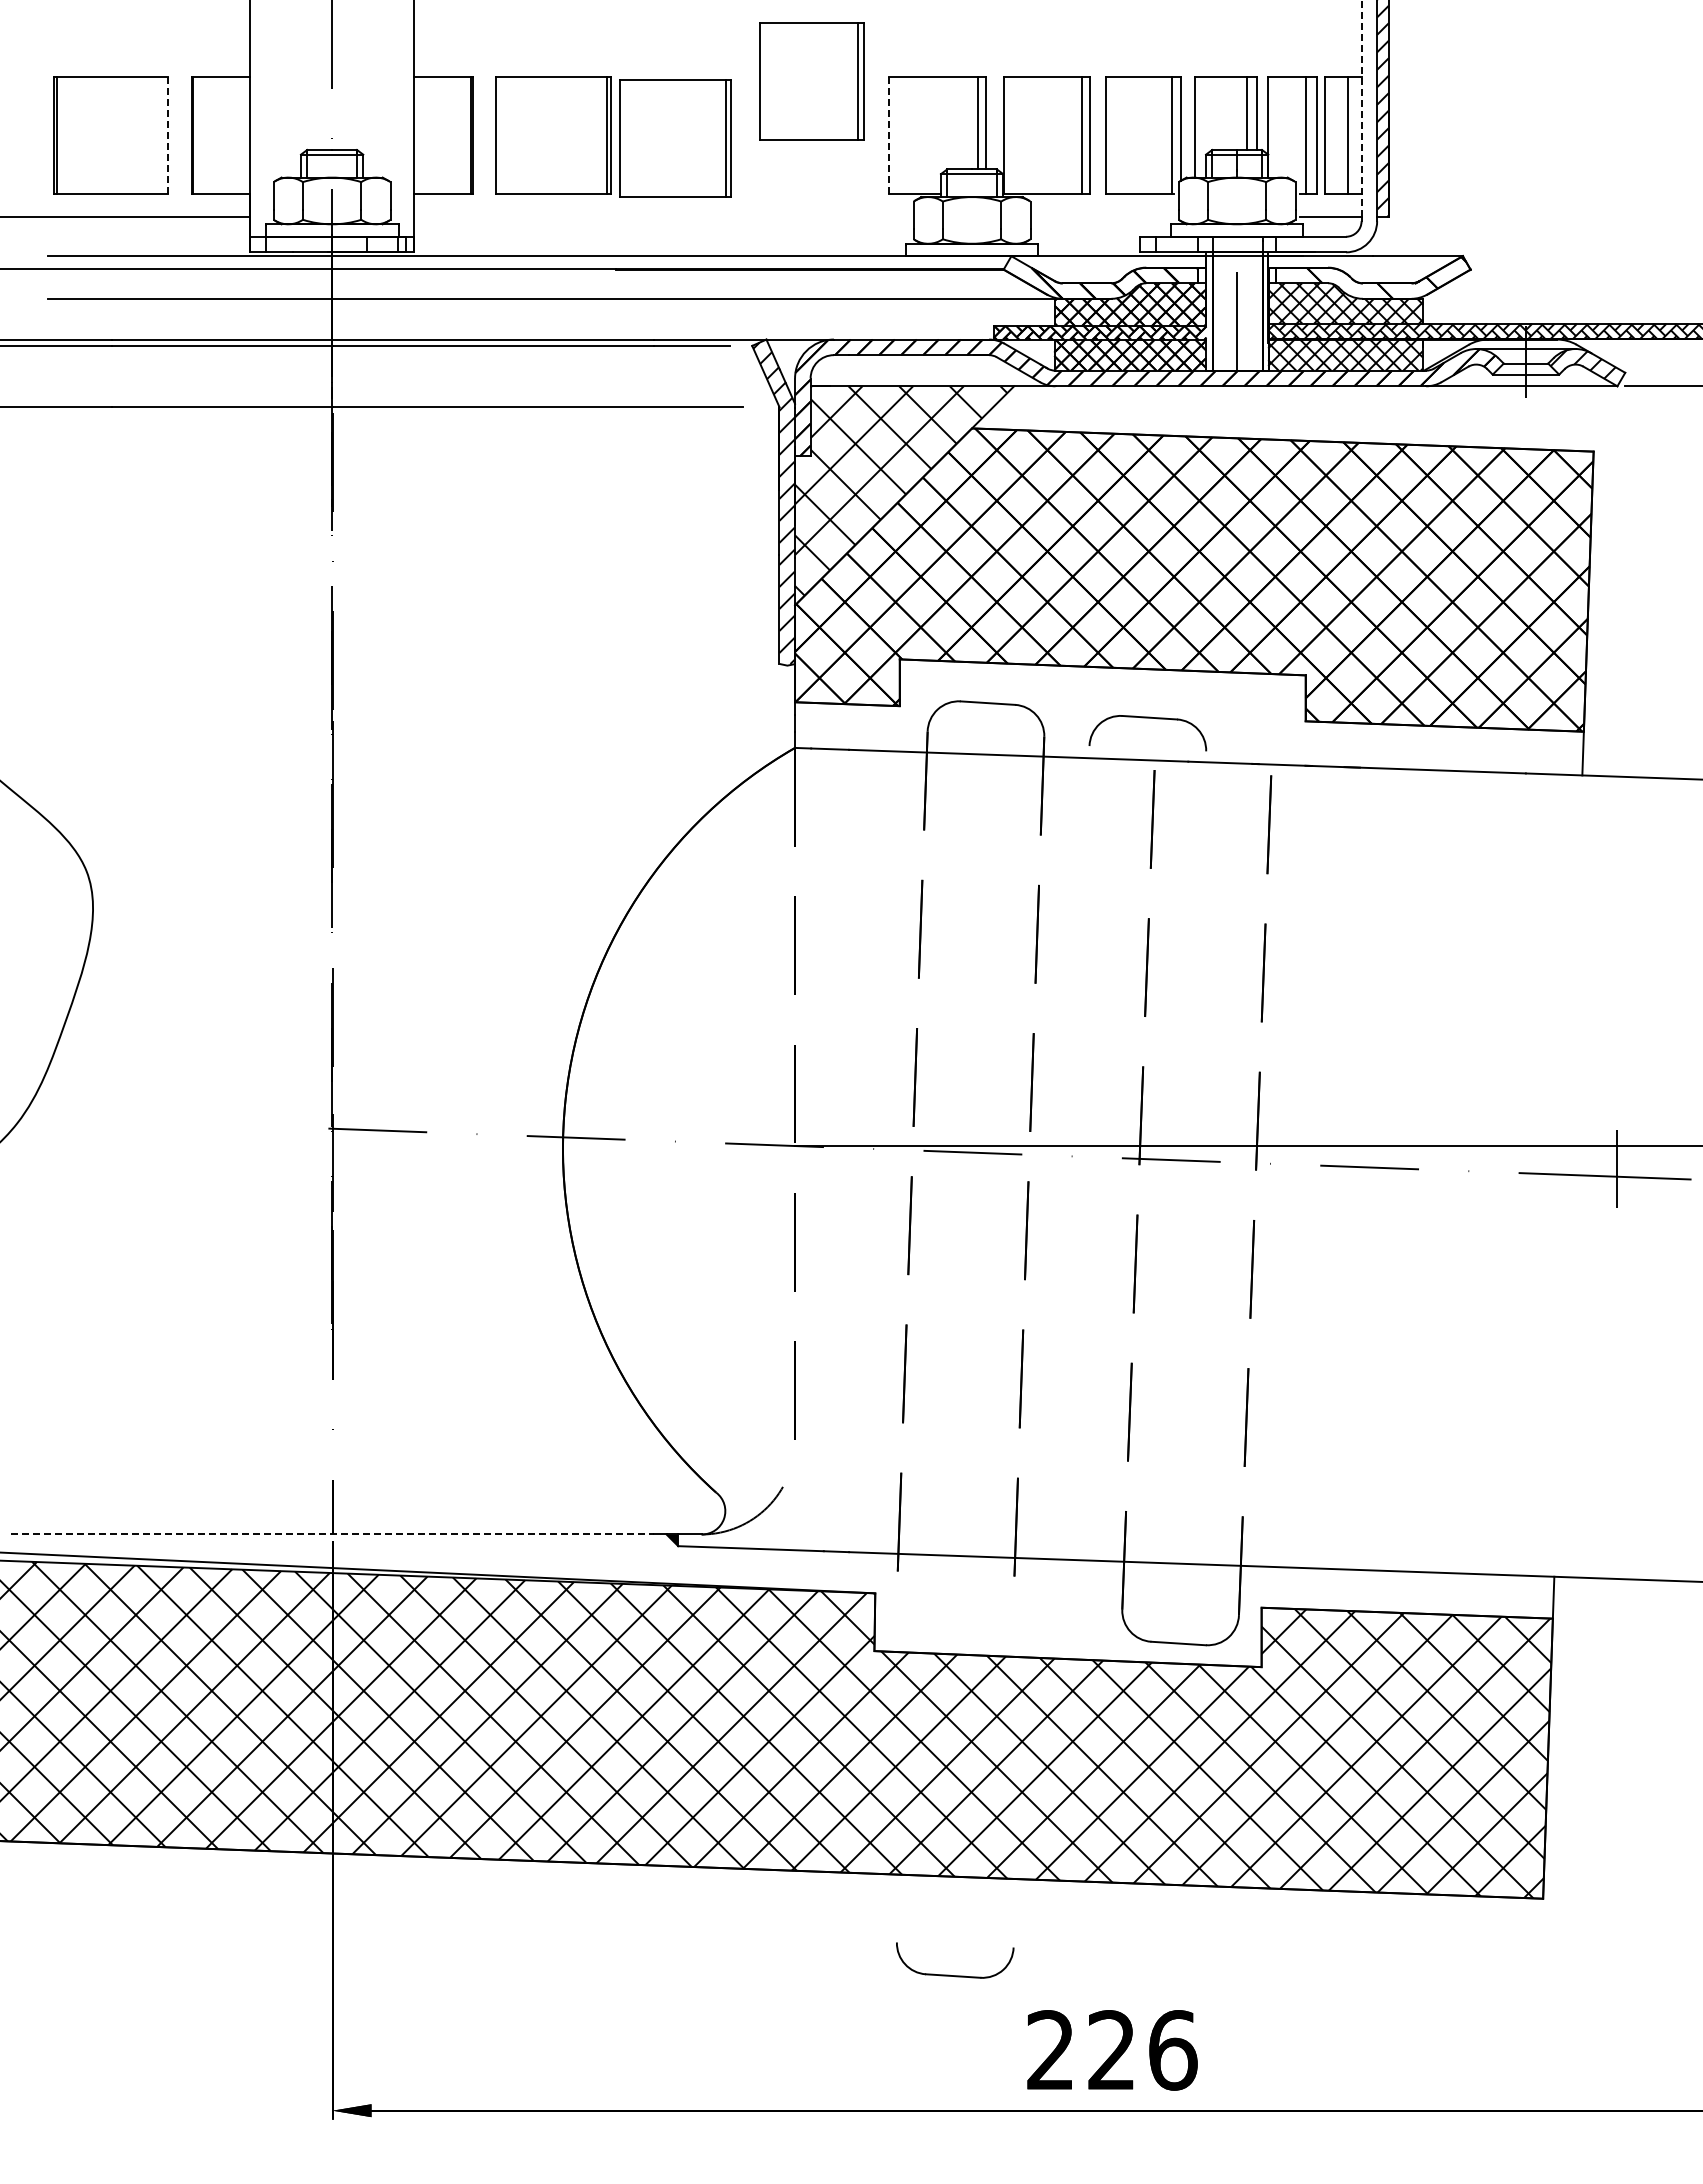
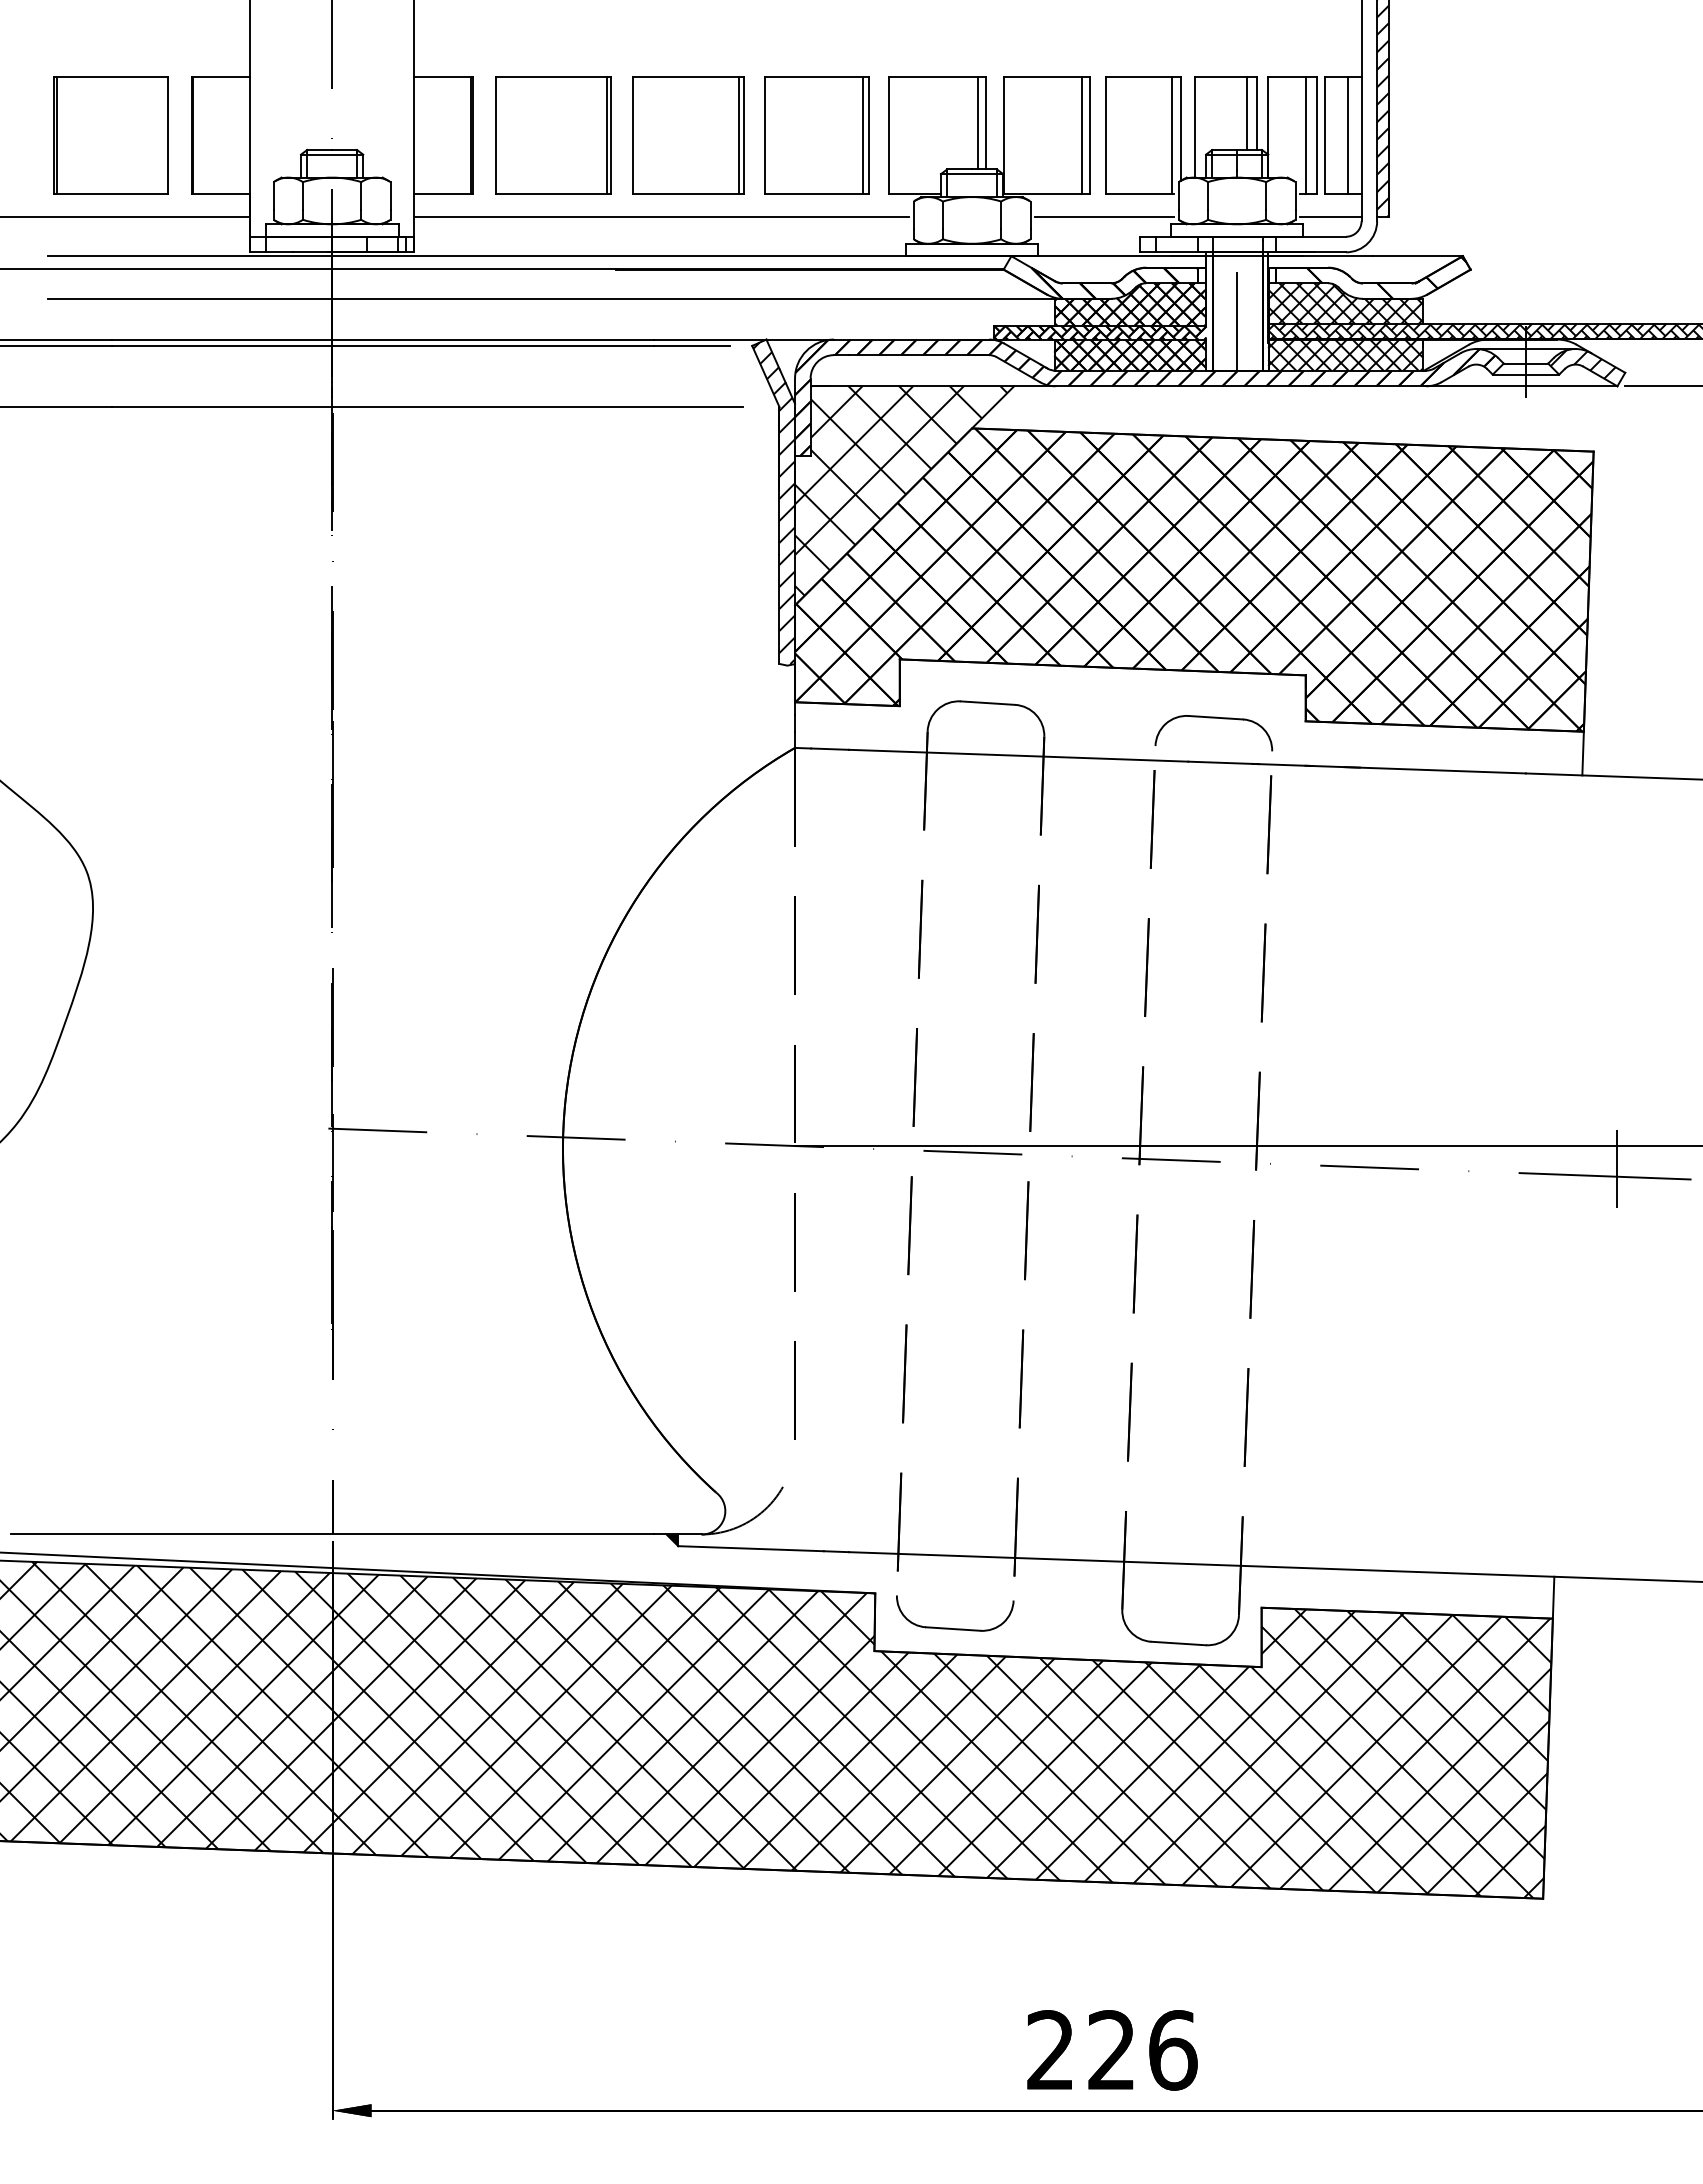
part at (811, 81) position: (811, 81) -> (816, 135)
line at (1361, 108): dashed -> solid
line at (168, 135): dashed -> solid
line at (889, 135): dashed -> solid
part at (675, 138) position: (675, 138) -> (688, 135)
line at (661, 217): none -> present
line at (1104, 217): none -> present
part at (1147, 718) position: (1147, 718) -> (1213, 718)
line at (332, 1534): dashed -> solid
part at (955, 1975) position: (955, 1975) -> (955, 1628)
